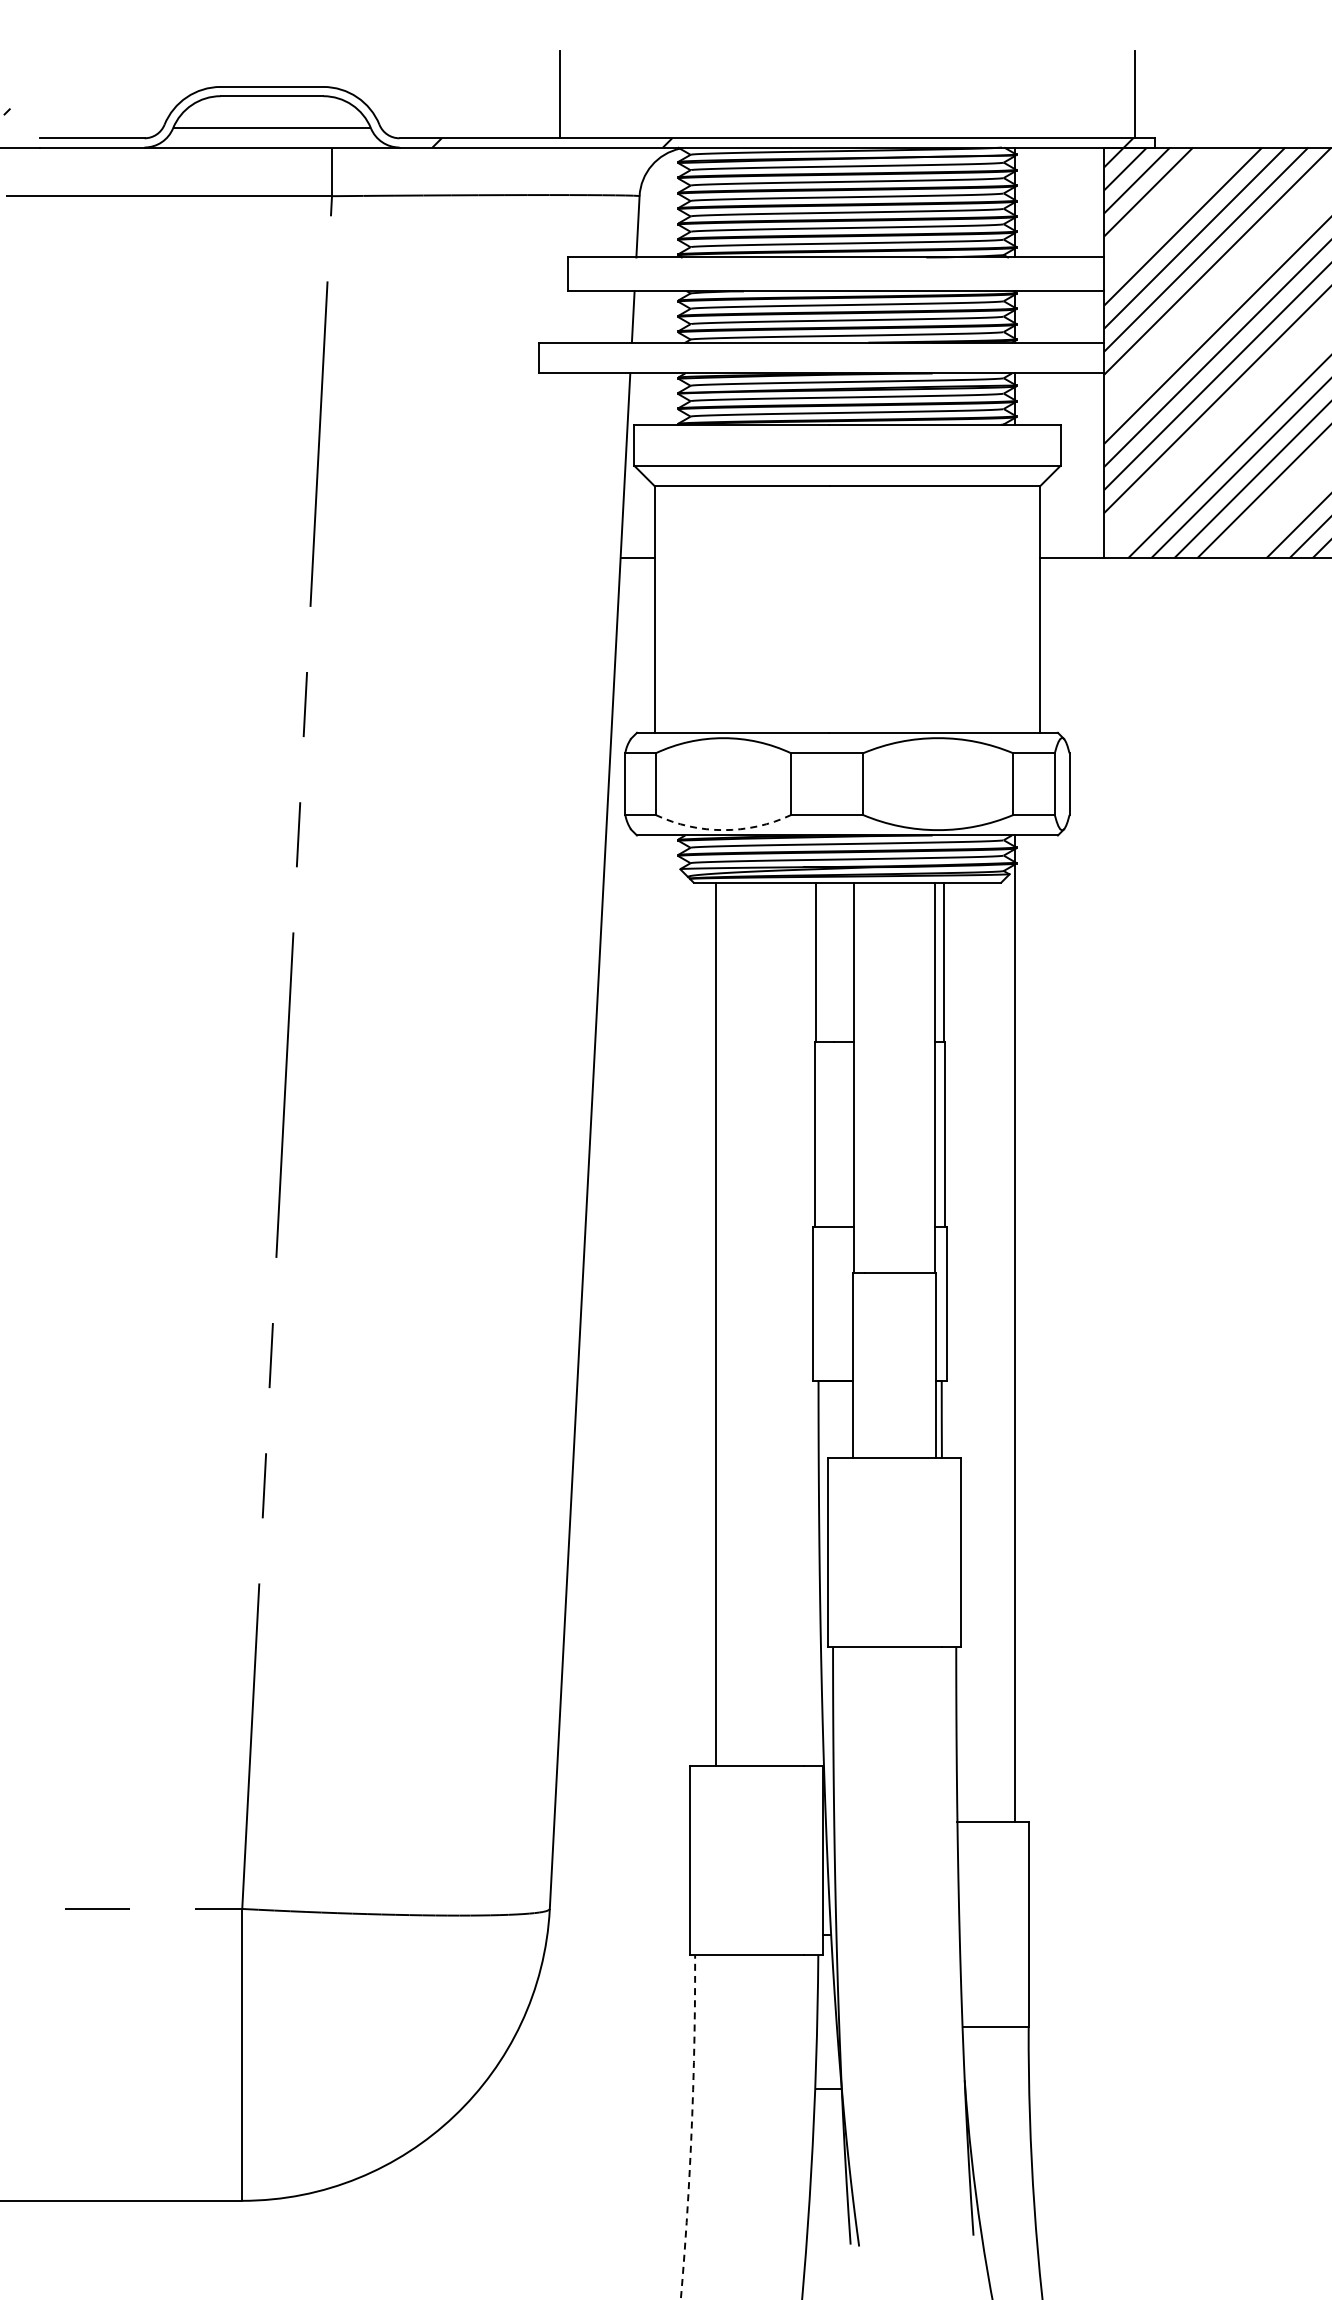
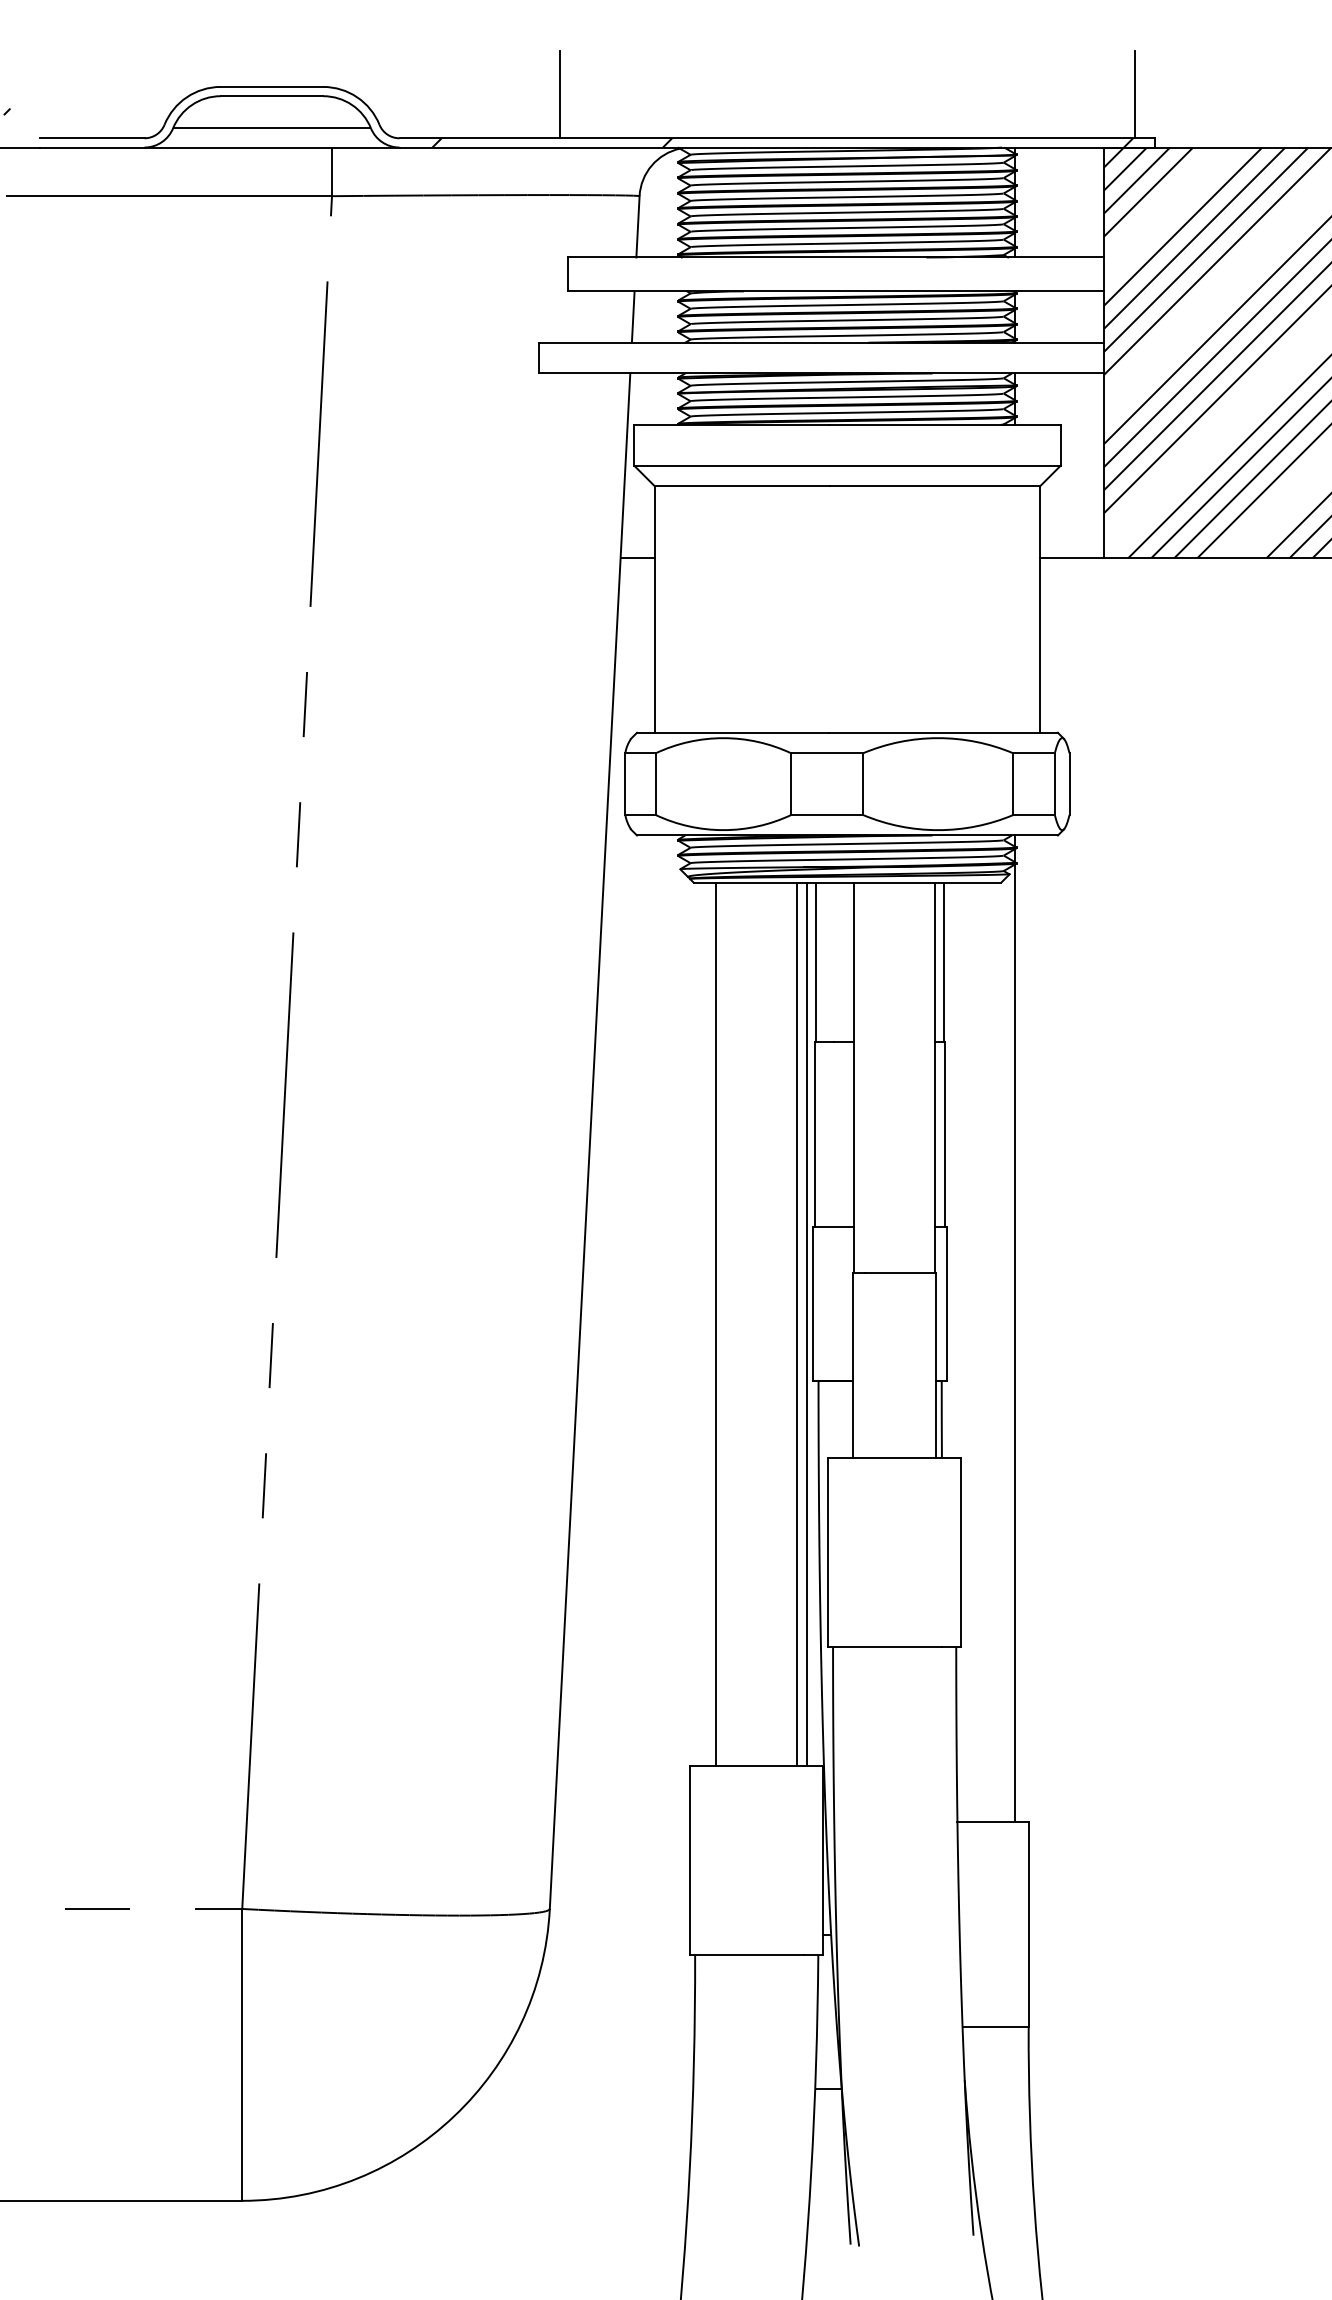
arc at (723, 830): dashed -> solid
line at (797, 1323): none -> present
line at (807, 1323): none -> present
arc at (691, 2127): dashed -> solid
